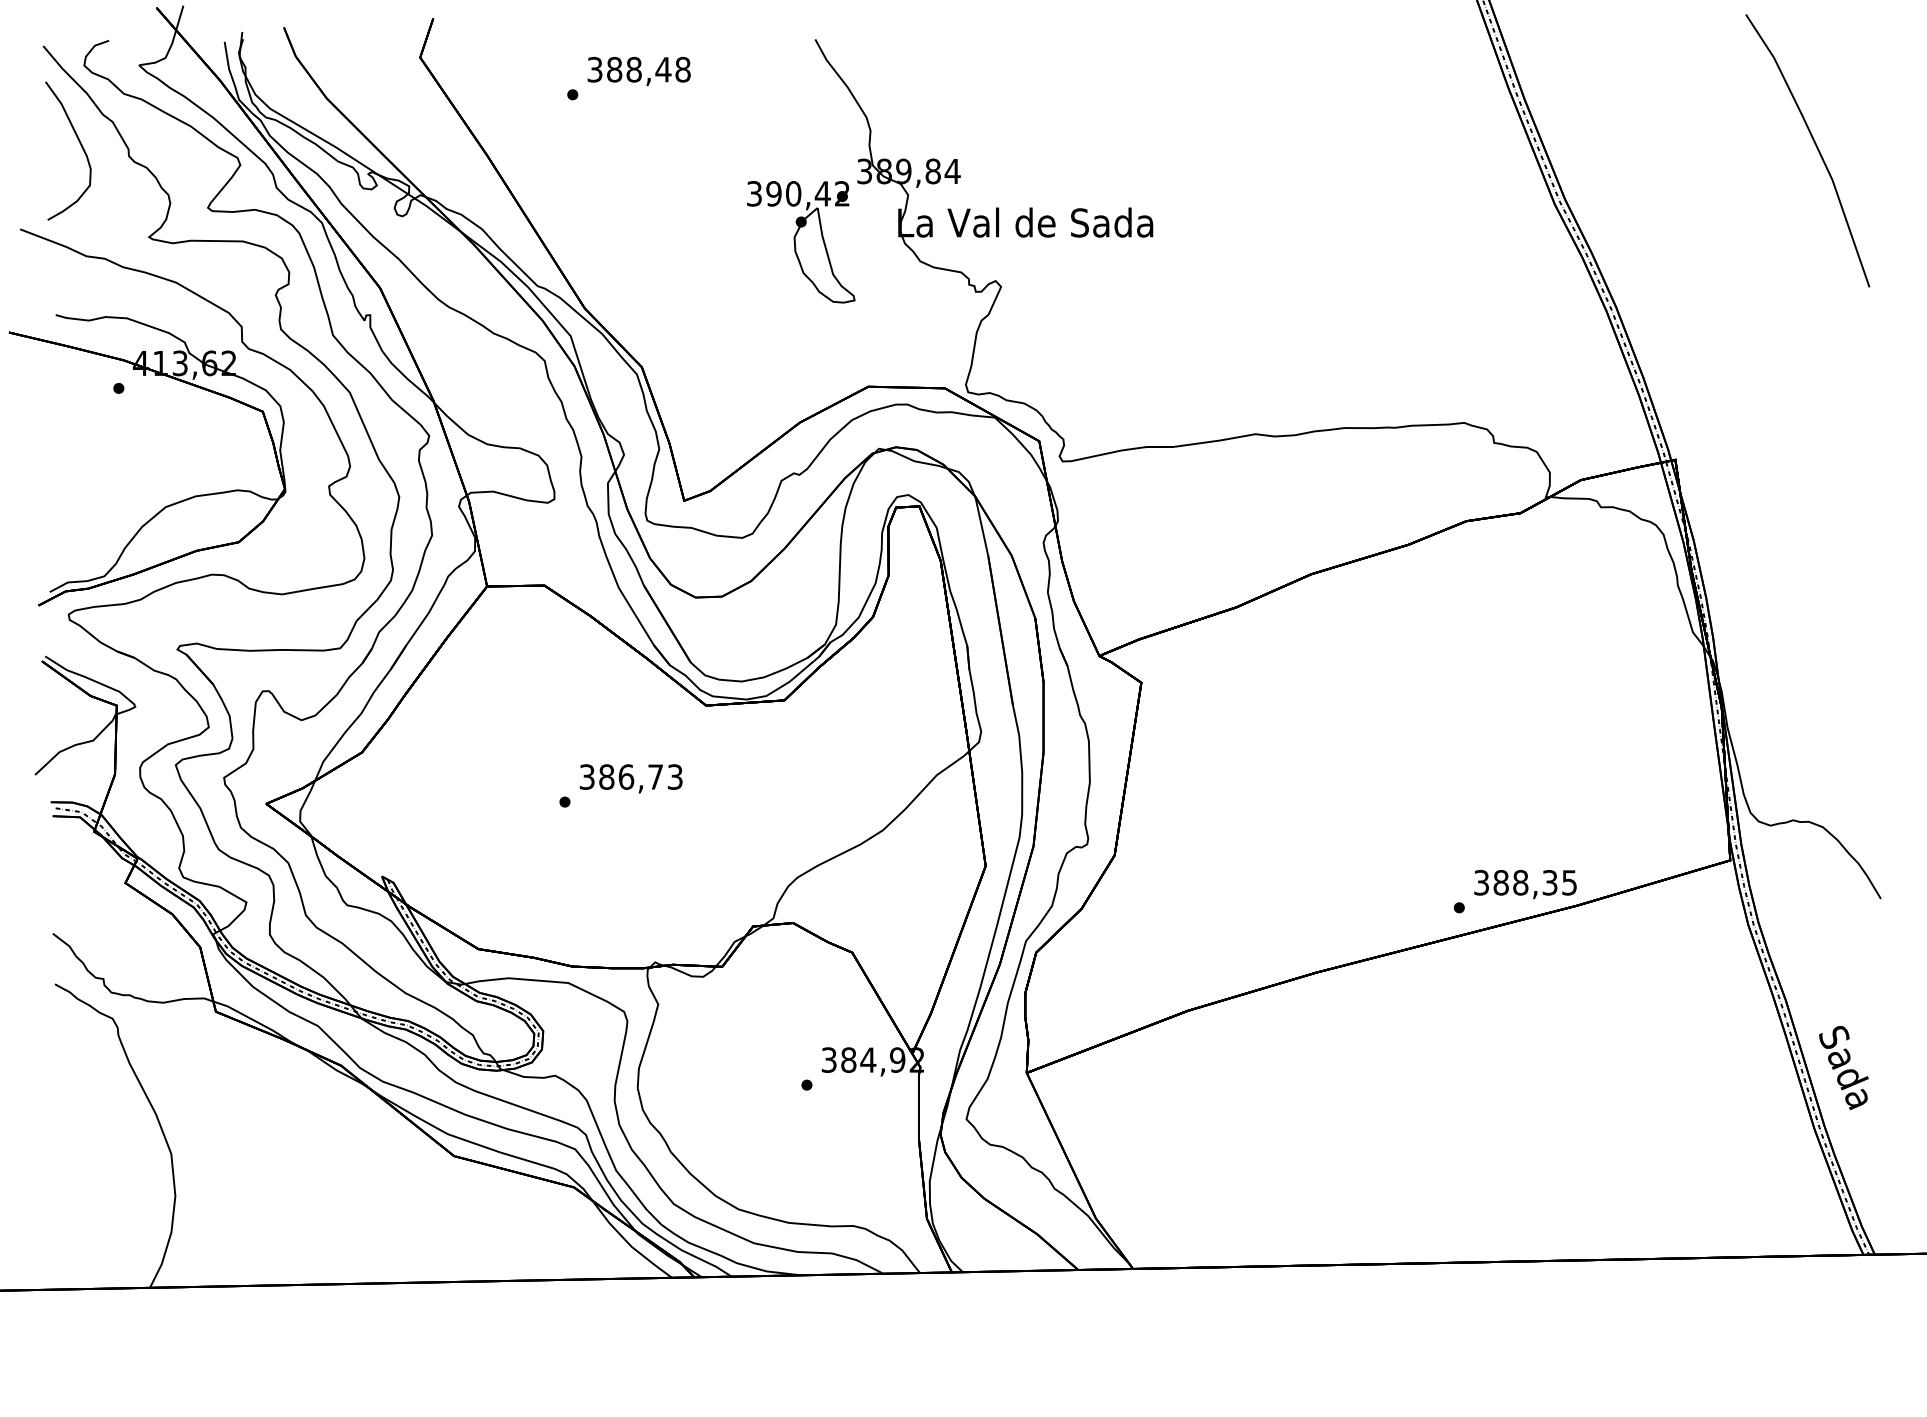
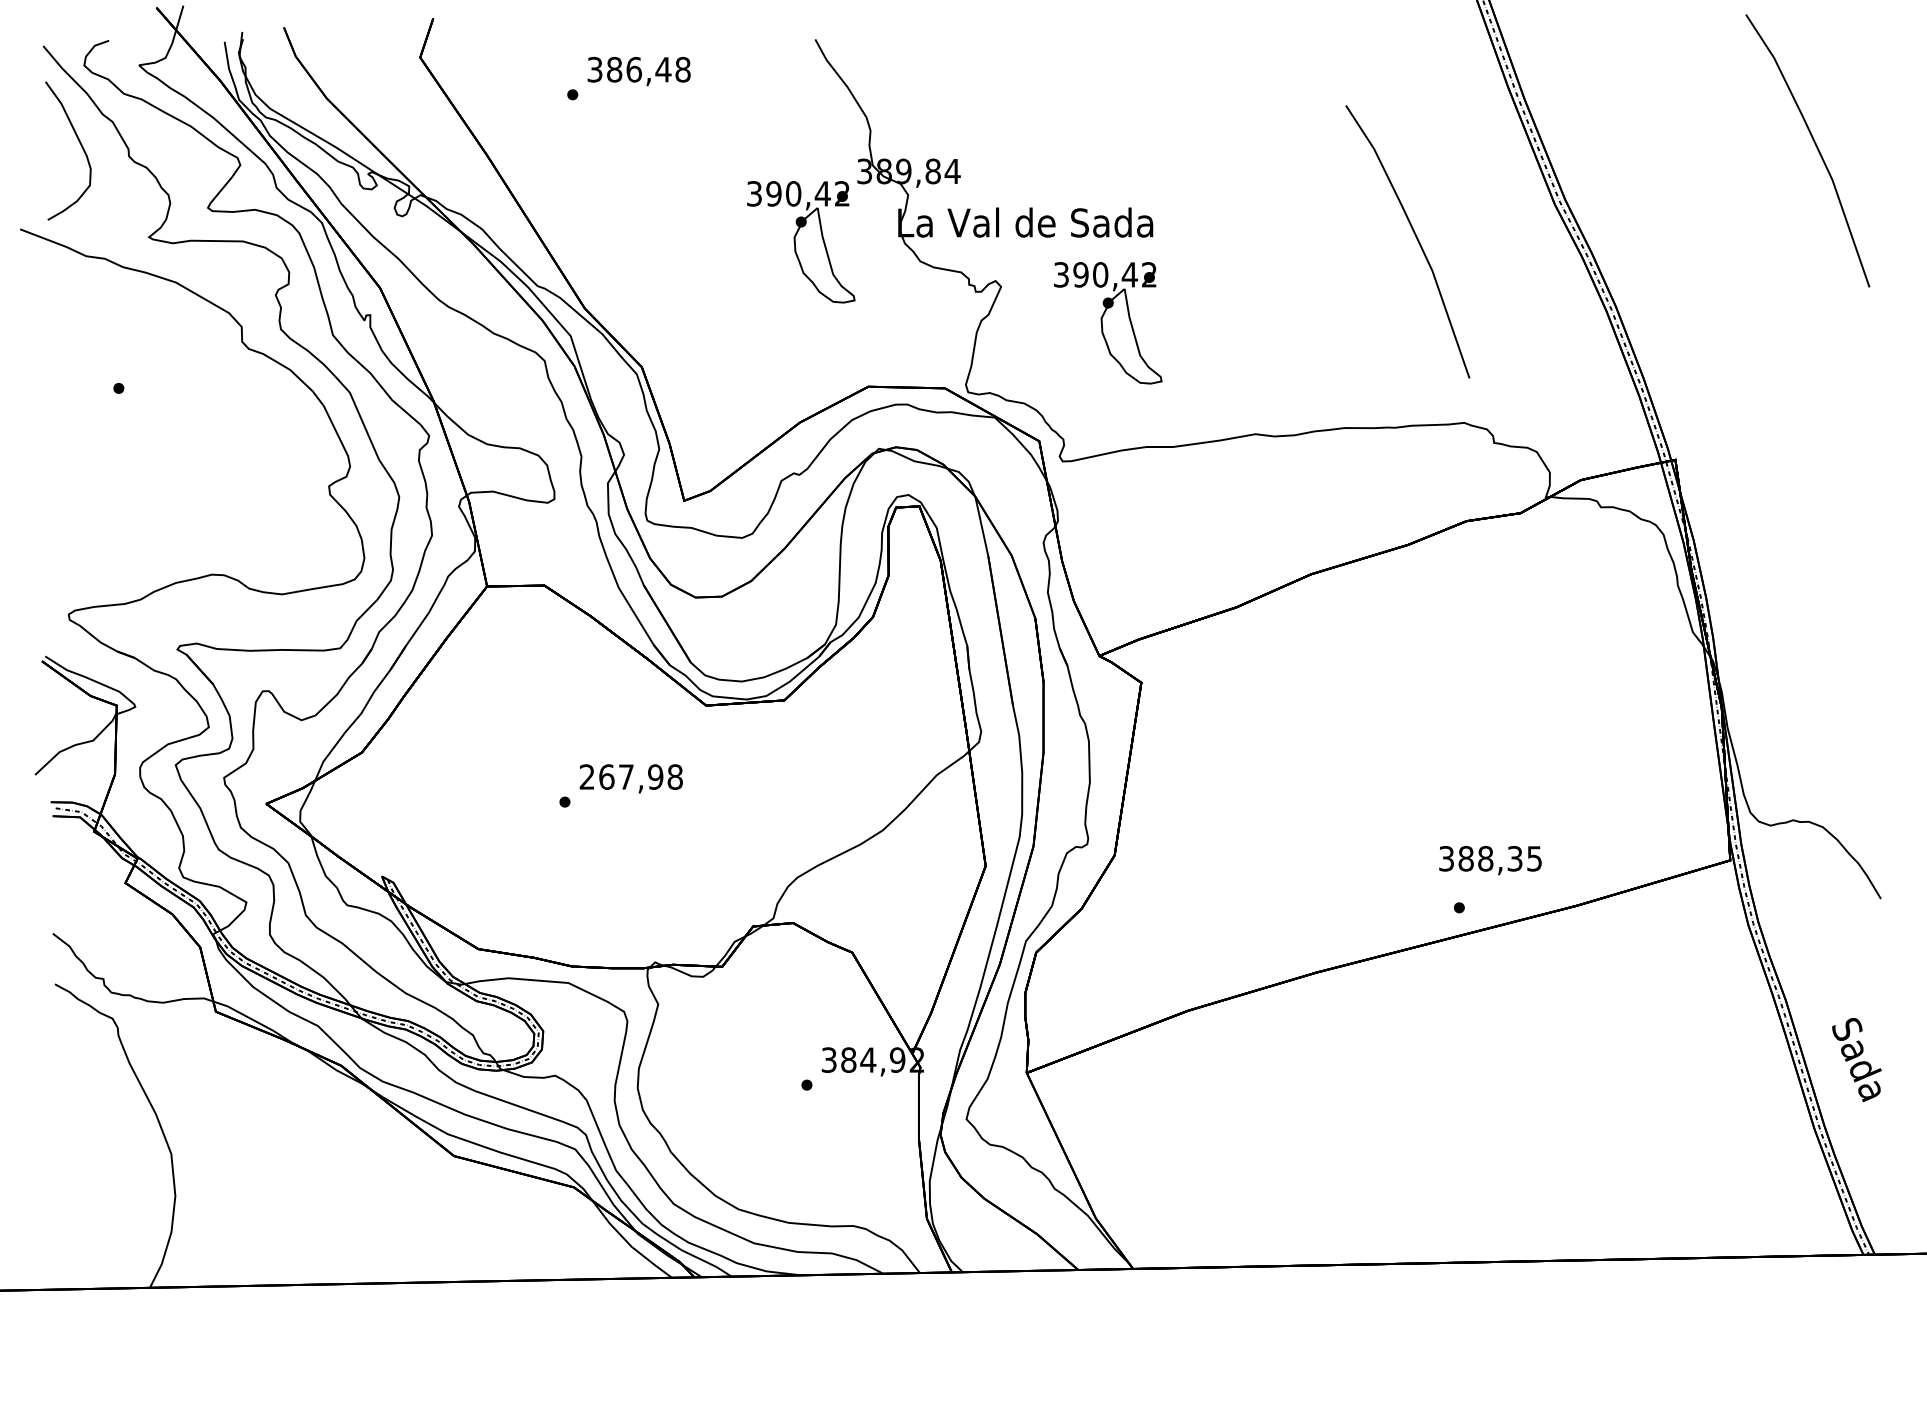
text at (633, 69): 388,48 -> 386,48
line at (1415, 237): none -> present
part at (1108, 323): none -> present
part at (166, 505): present -> none
text at (630, 776): 386,73 -> 267,98
text at (1525, 884) position: (1525, 884) -> (1490, 860)
text at (1843, 1068) position: (1843, 1068) -> (1856, 1060)
